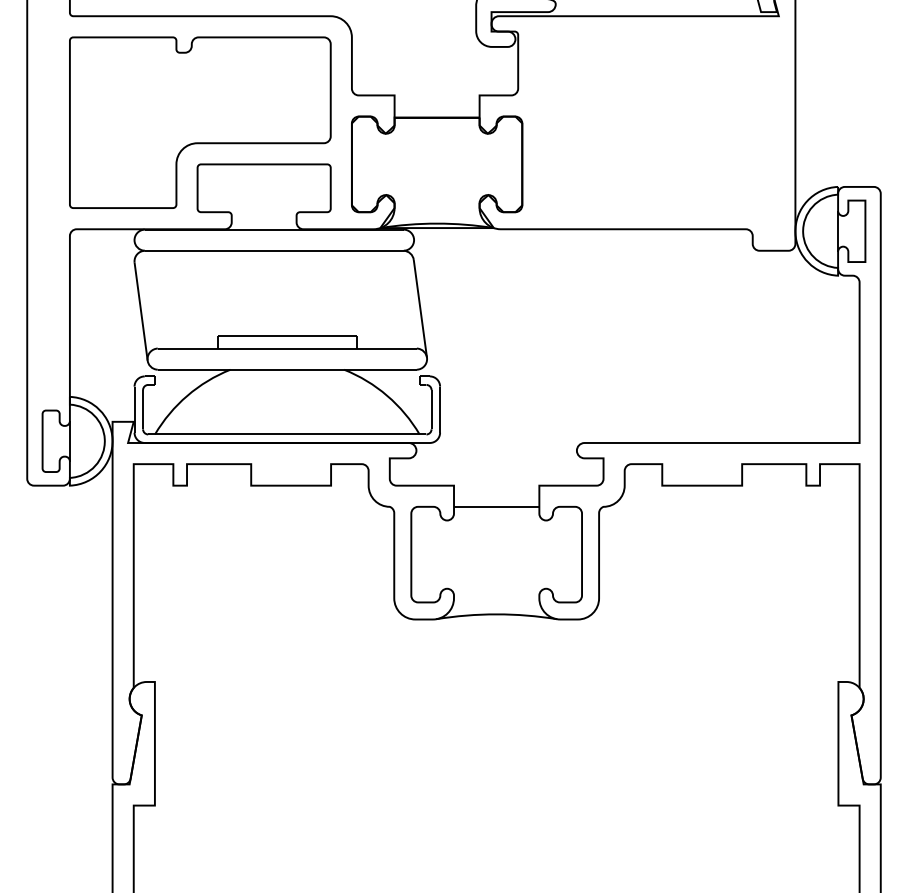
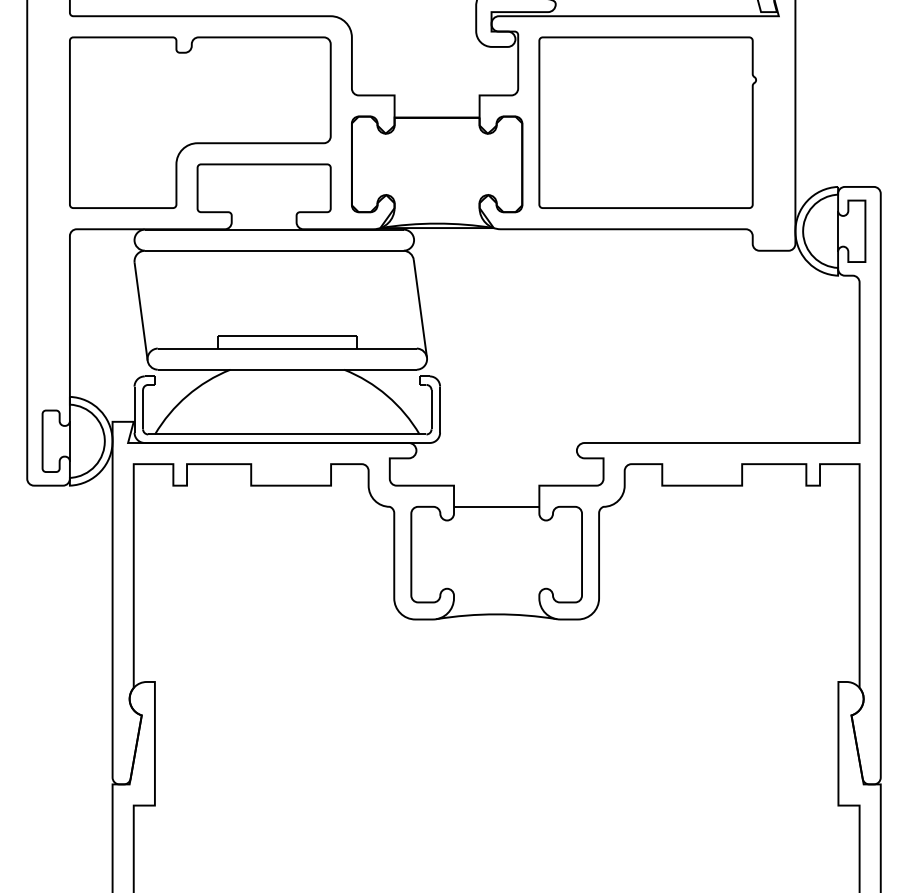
part at (647, 122): none -> present
